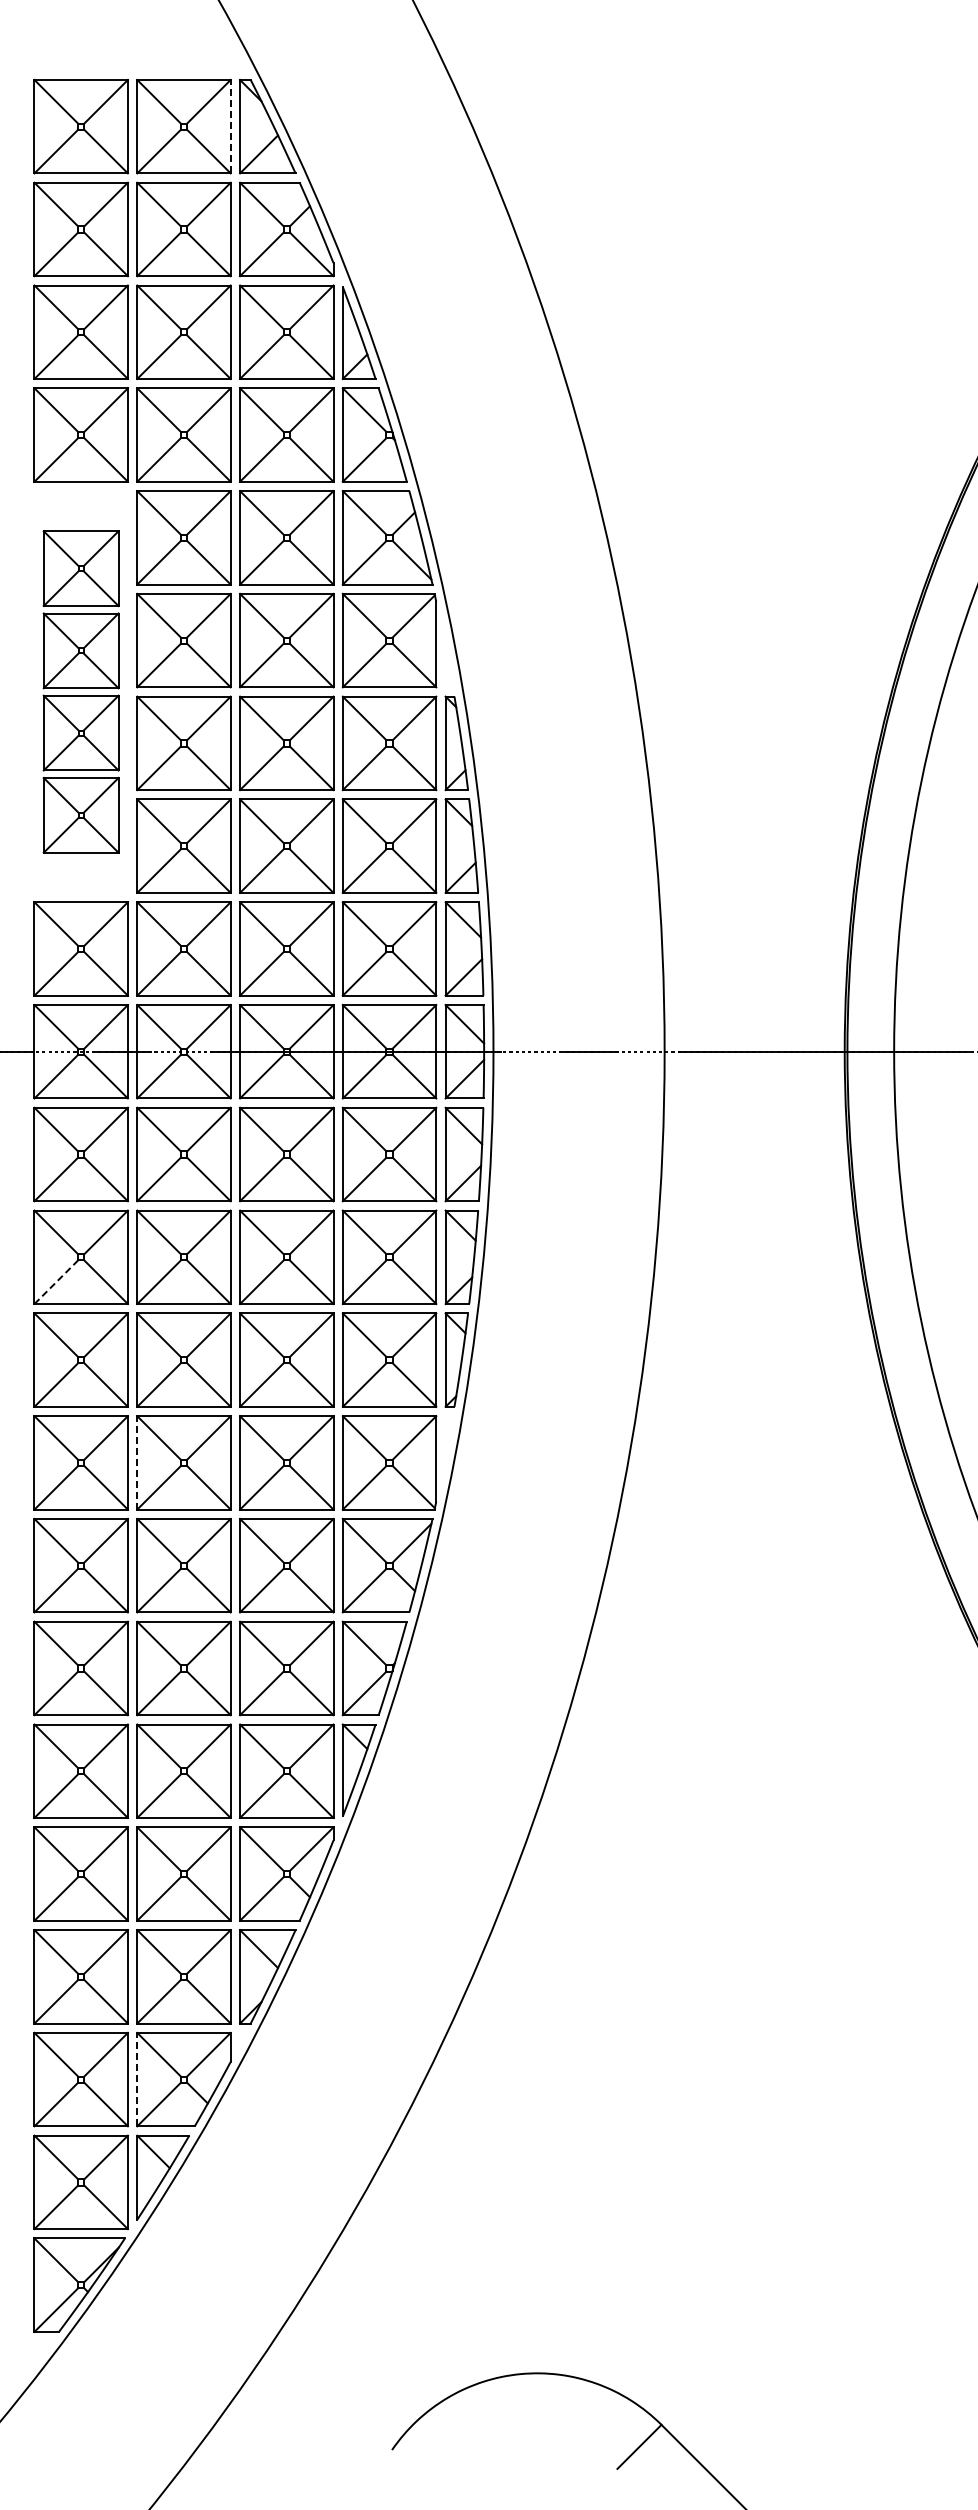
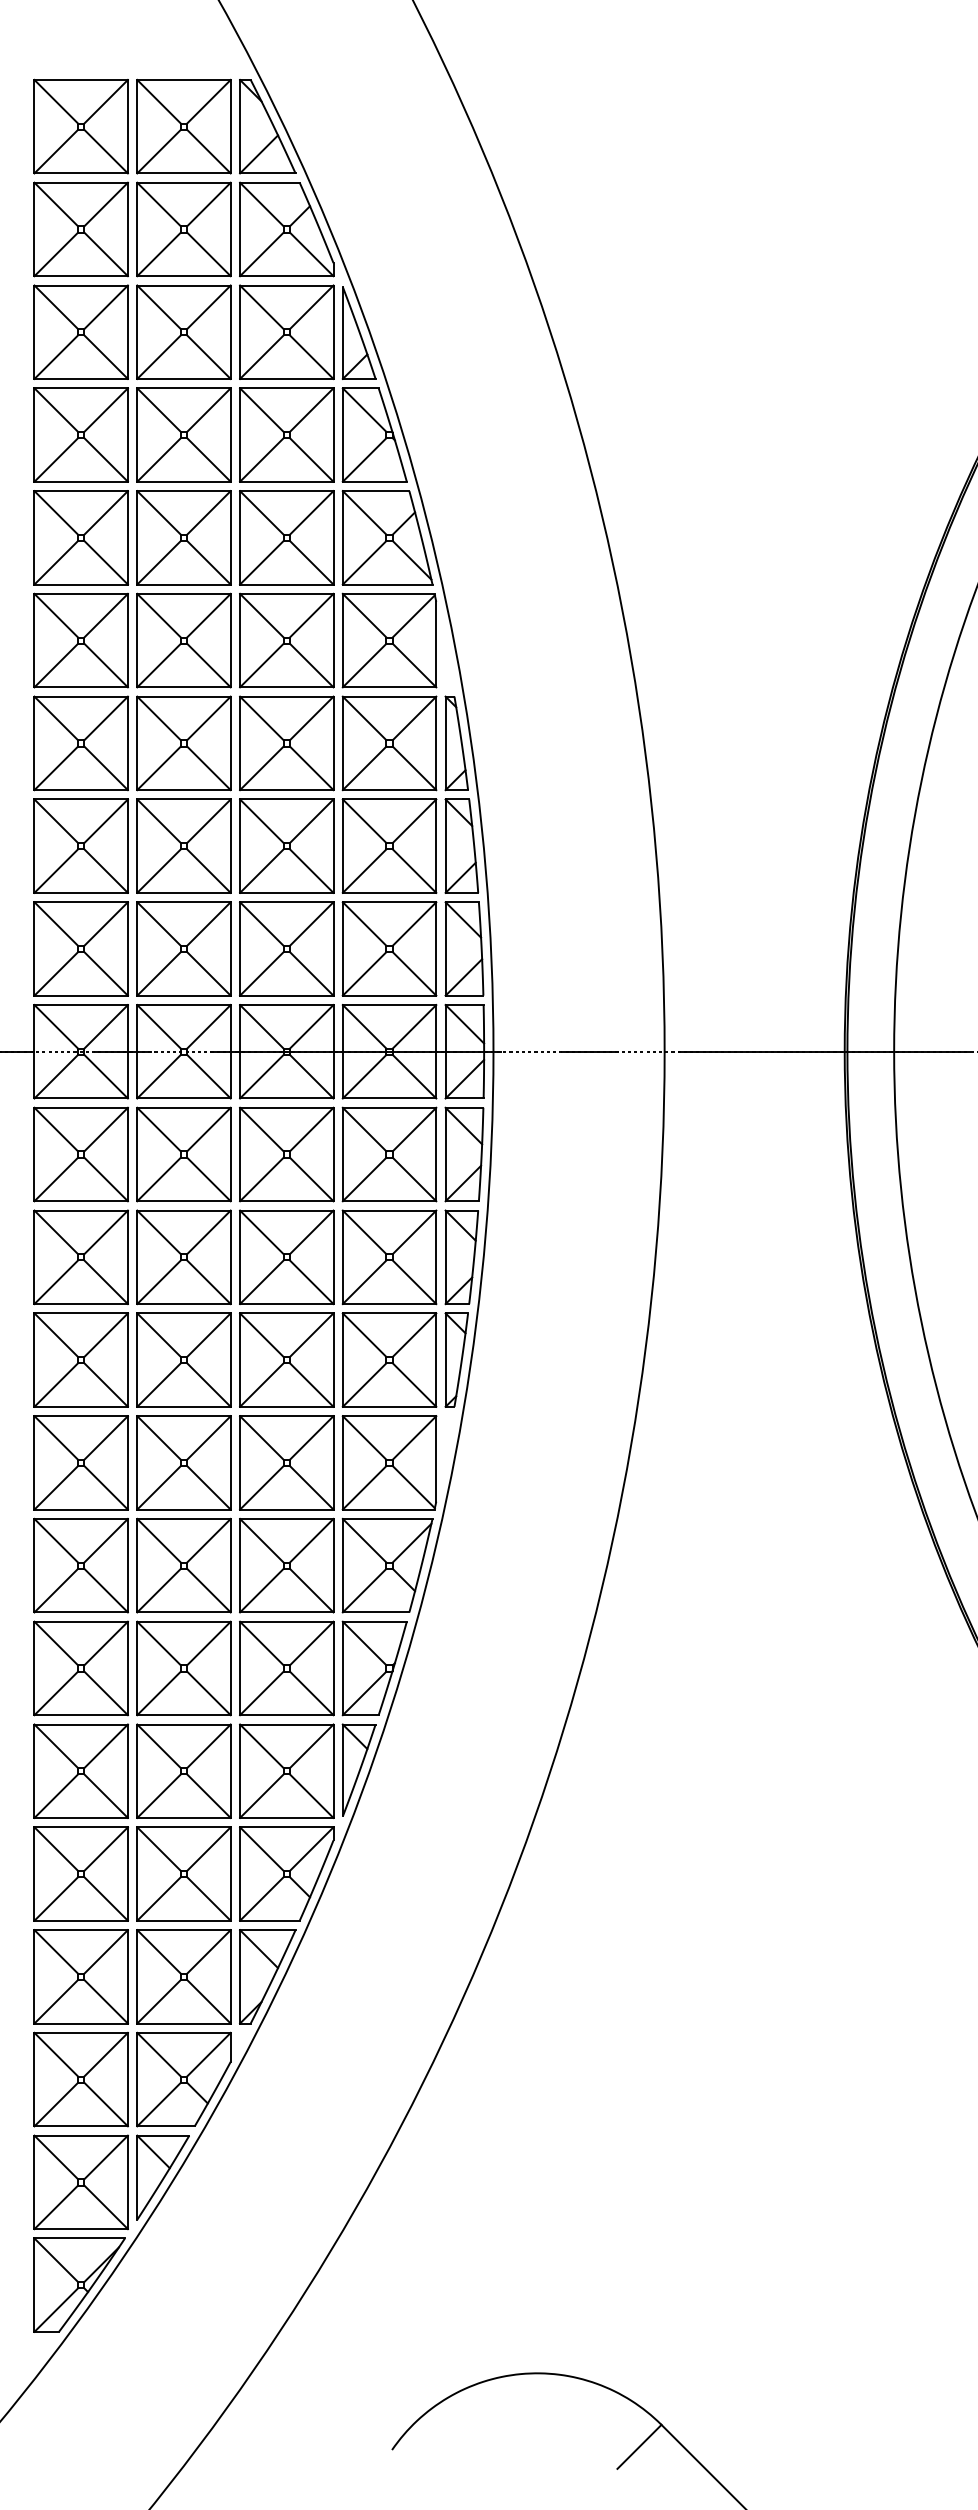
line at (230, 126): dashed -> solid
part at (80, 691) size: 78x324 px -> 96x404 px
line at (56, 1282): dashed -> solid
line at (137, 1462): dashed -> solid
line at (137, 2079): dashed -> solid
